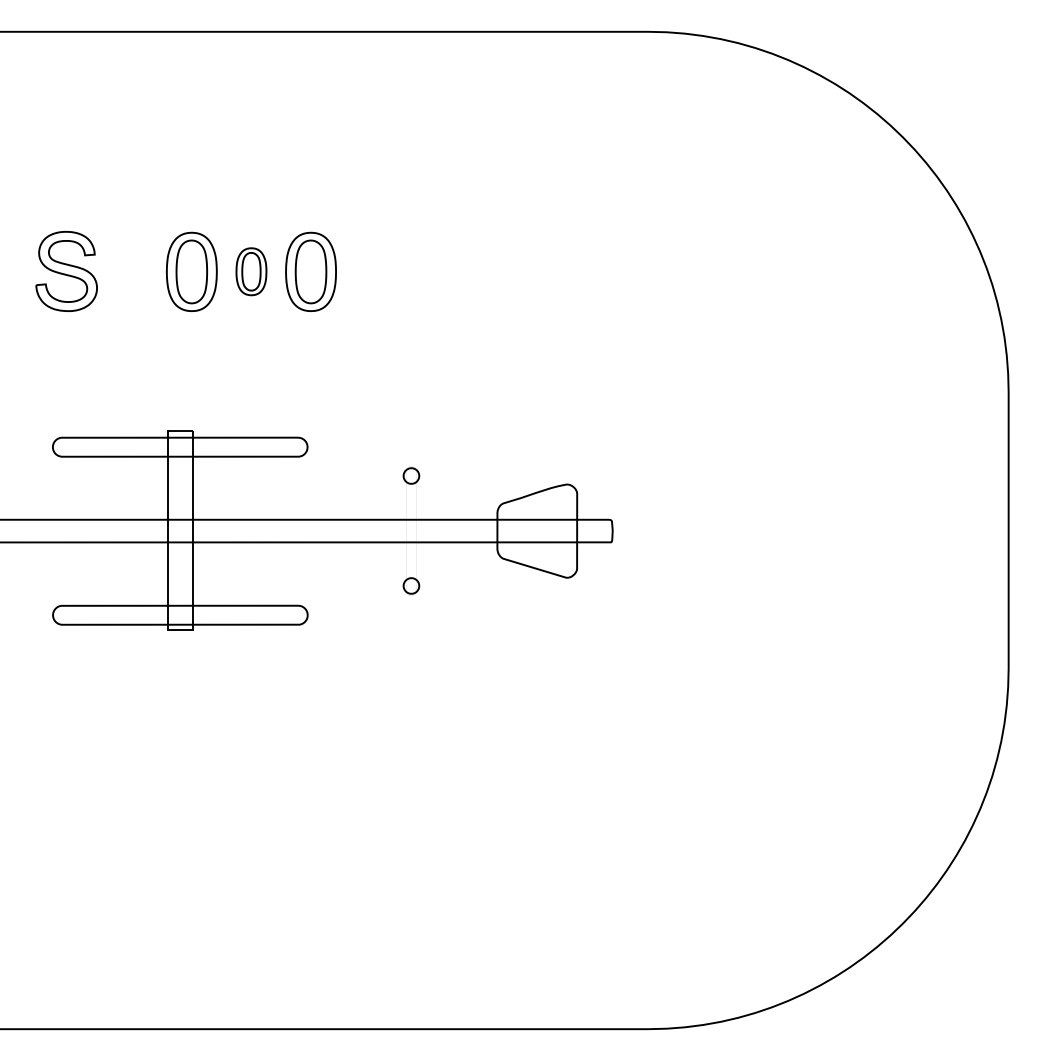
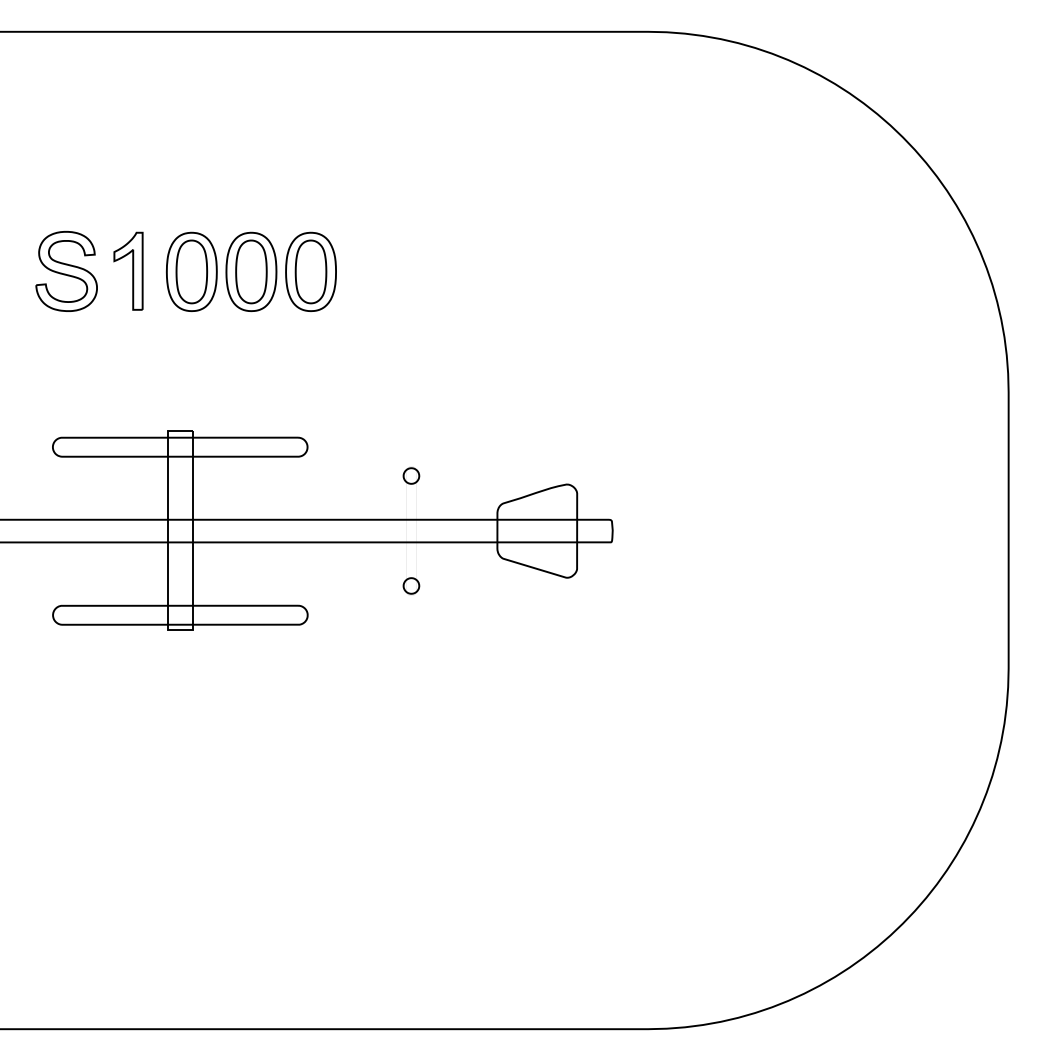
part at (128, 270): none -> present
part at (251, 271) size: 33x50 px -> 53x81 px
